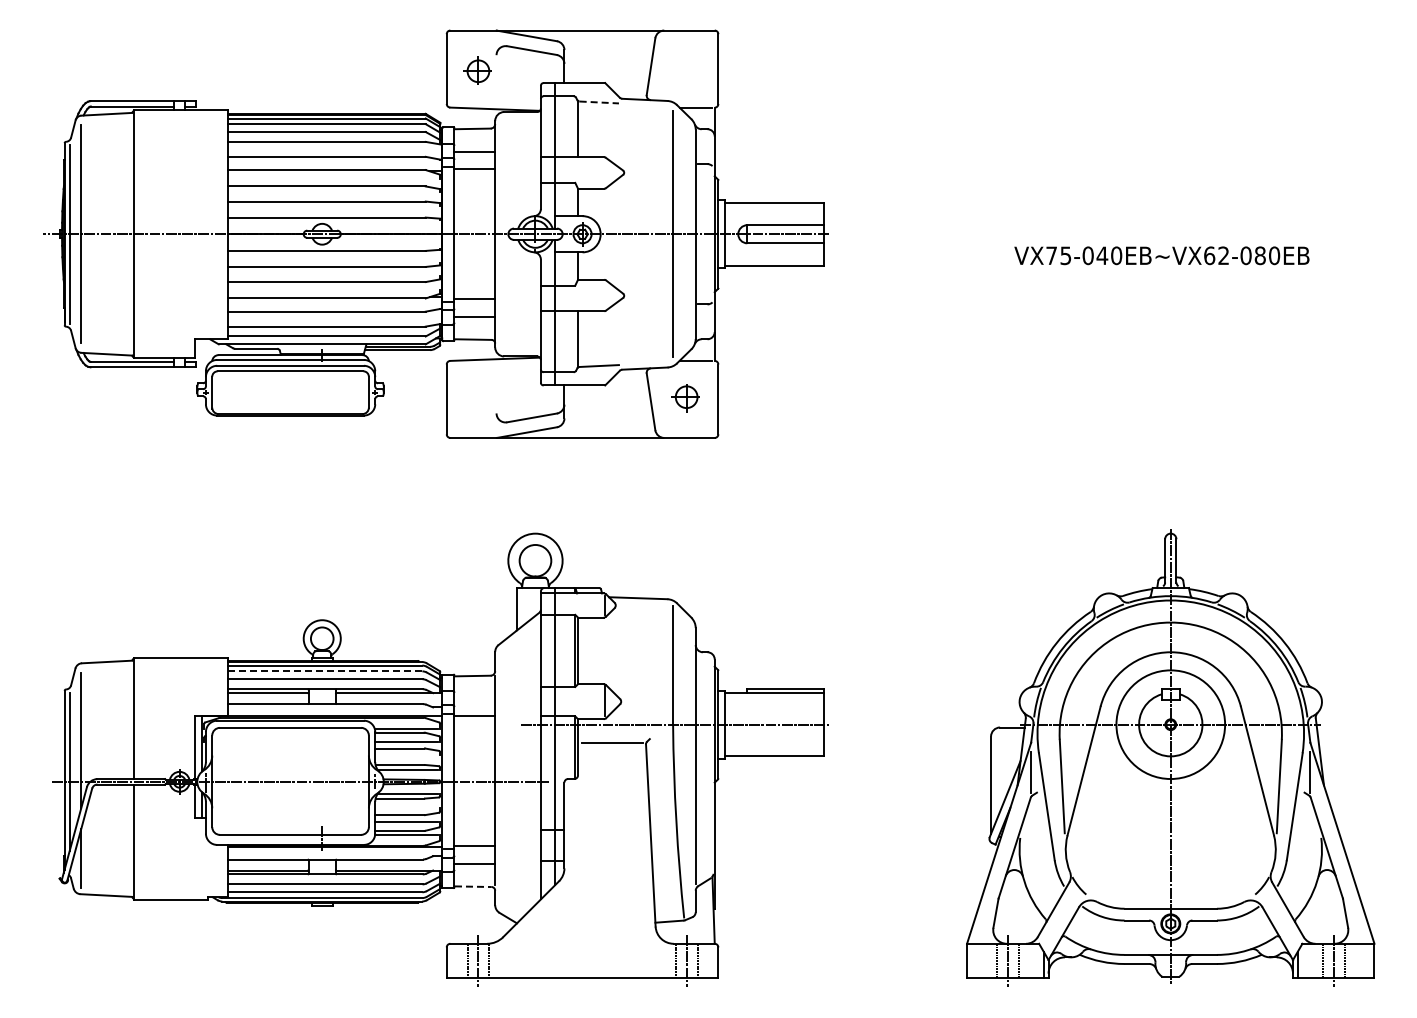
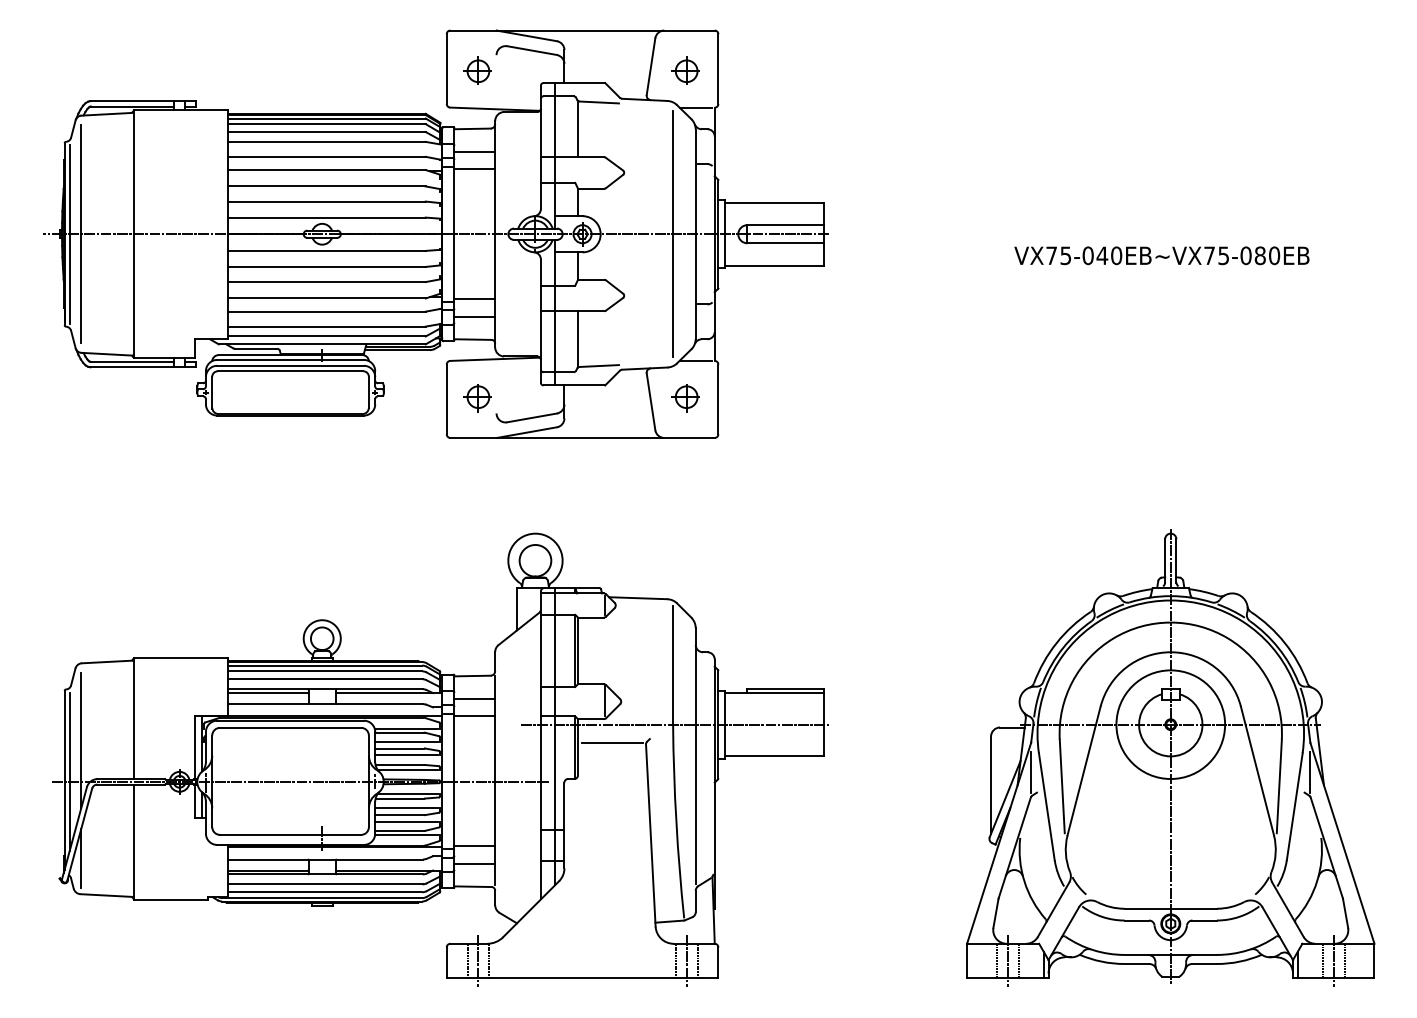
part at (685, 70): none -> present
line at (599, 102): dashed -> solid
text at (1216, 255): VX75-040EB~VX62-080EB -> VX75-040EB~VX75-080EB
part at (477, 398): none -> present
line at (325, 671): dashed -> solid
line at (474, 698): none -> present
line at (406, 755): none -> present
line at (406, 808): none -> present
line at (473, 886): dashed -> solid
